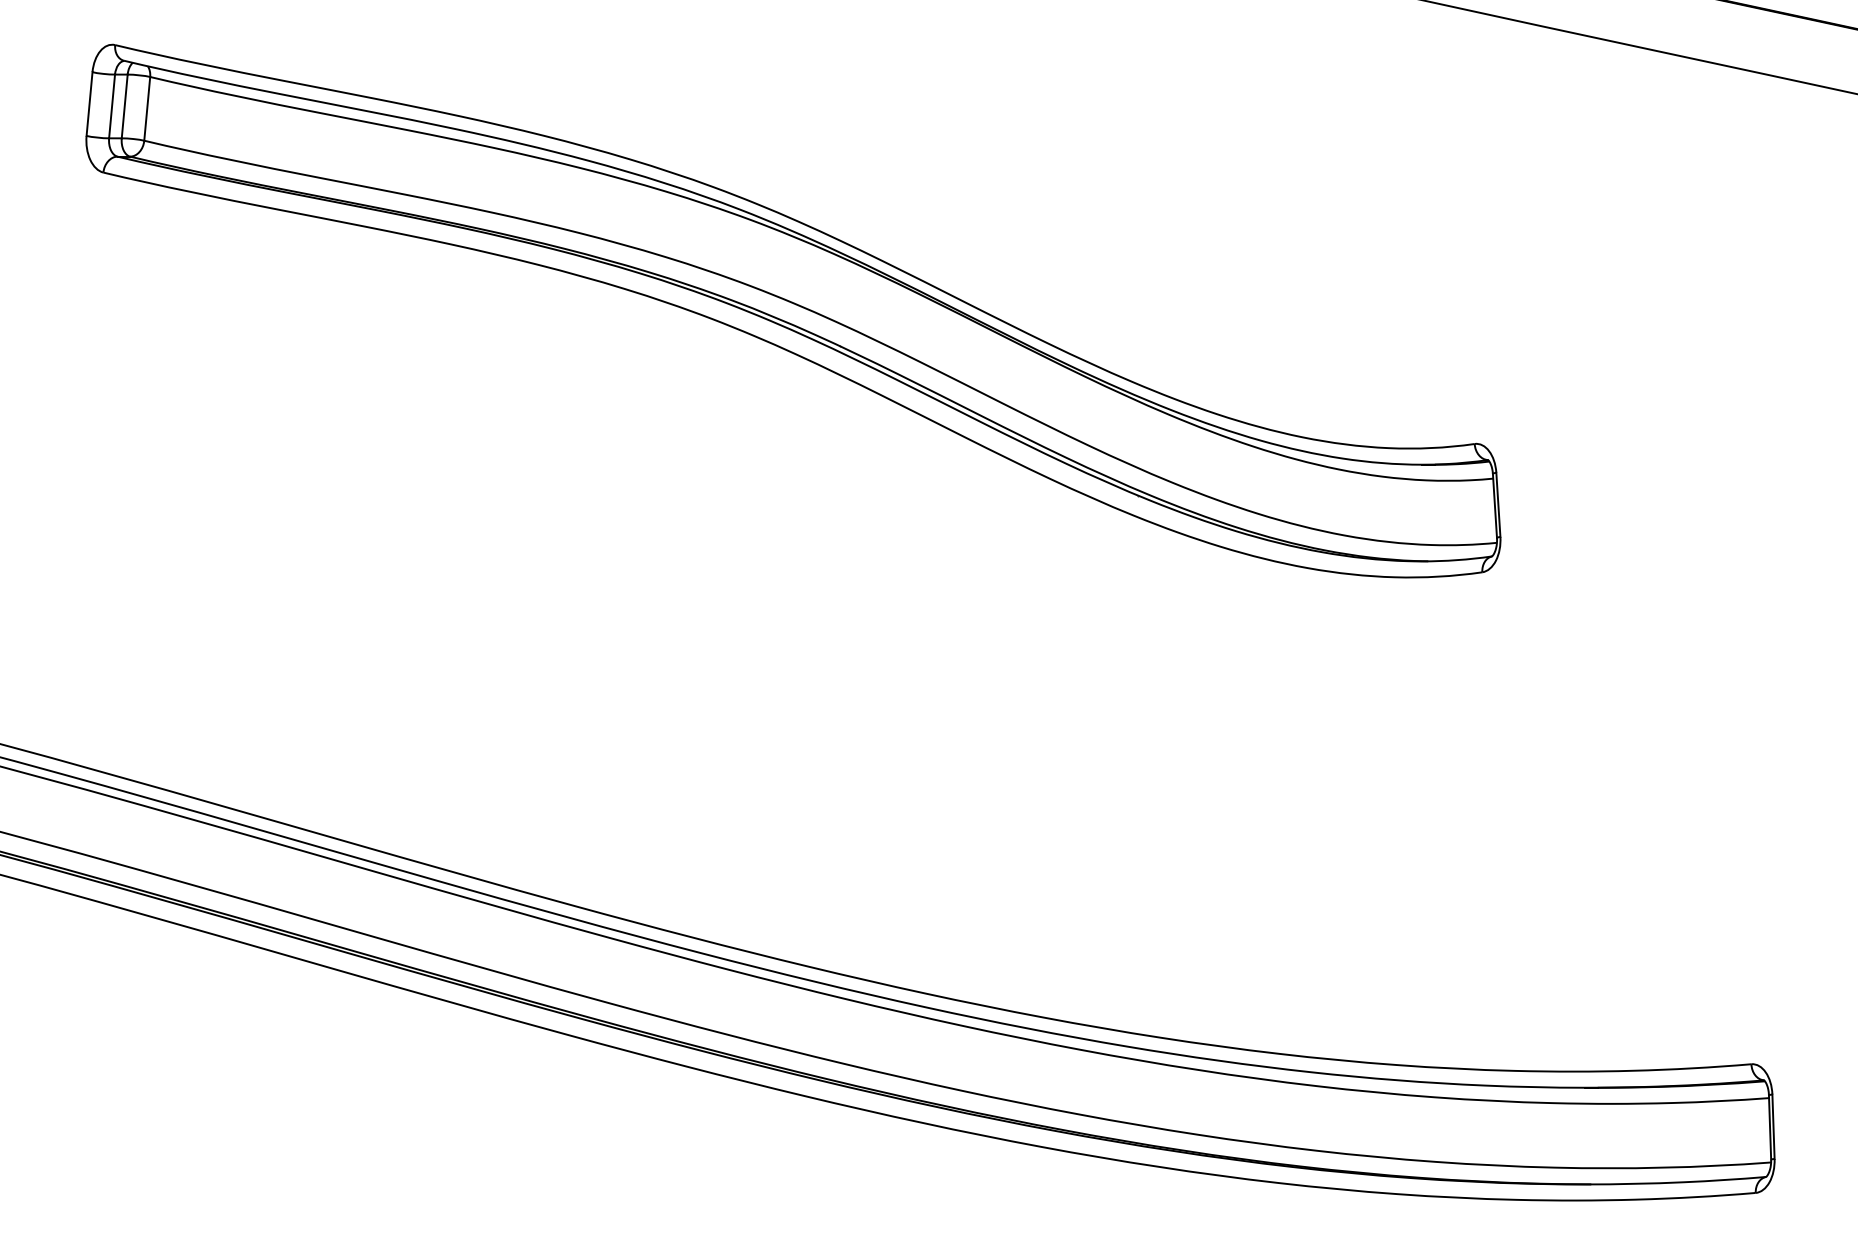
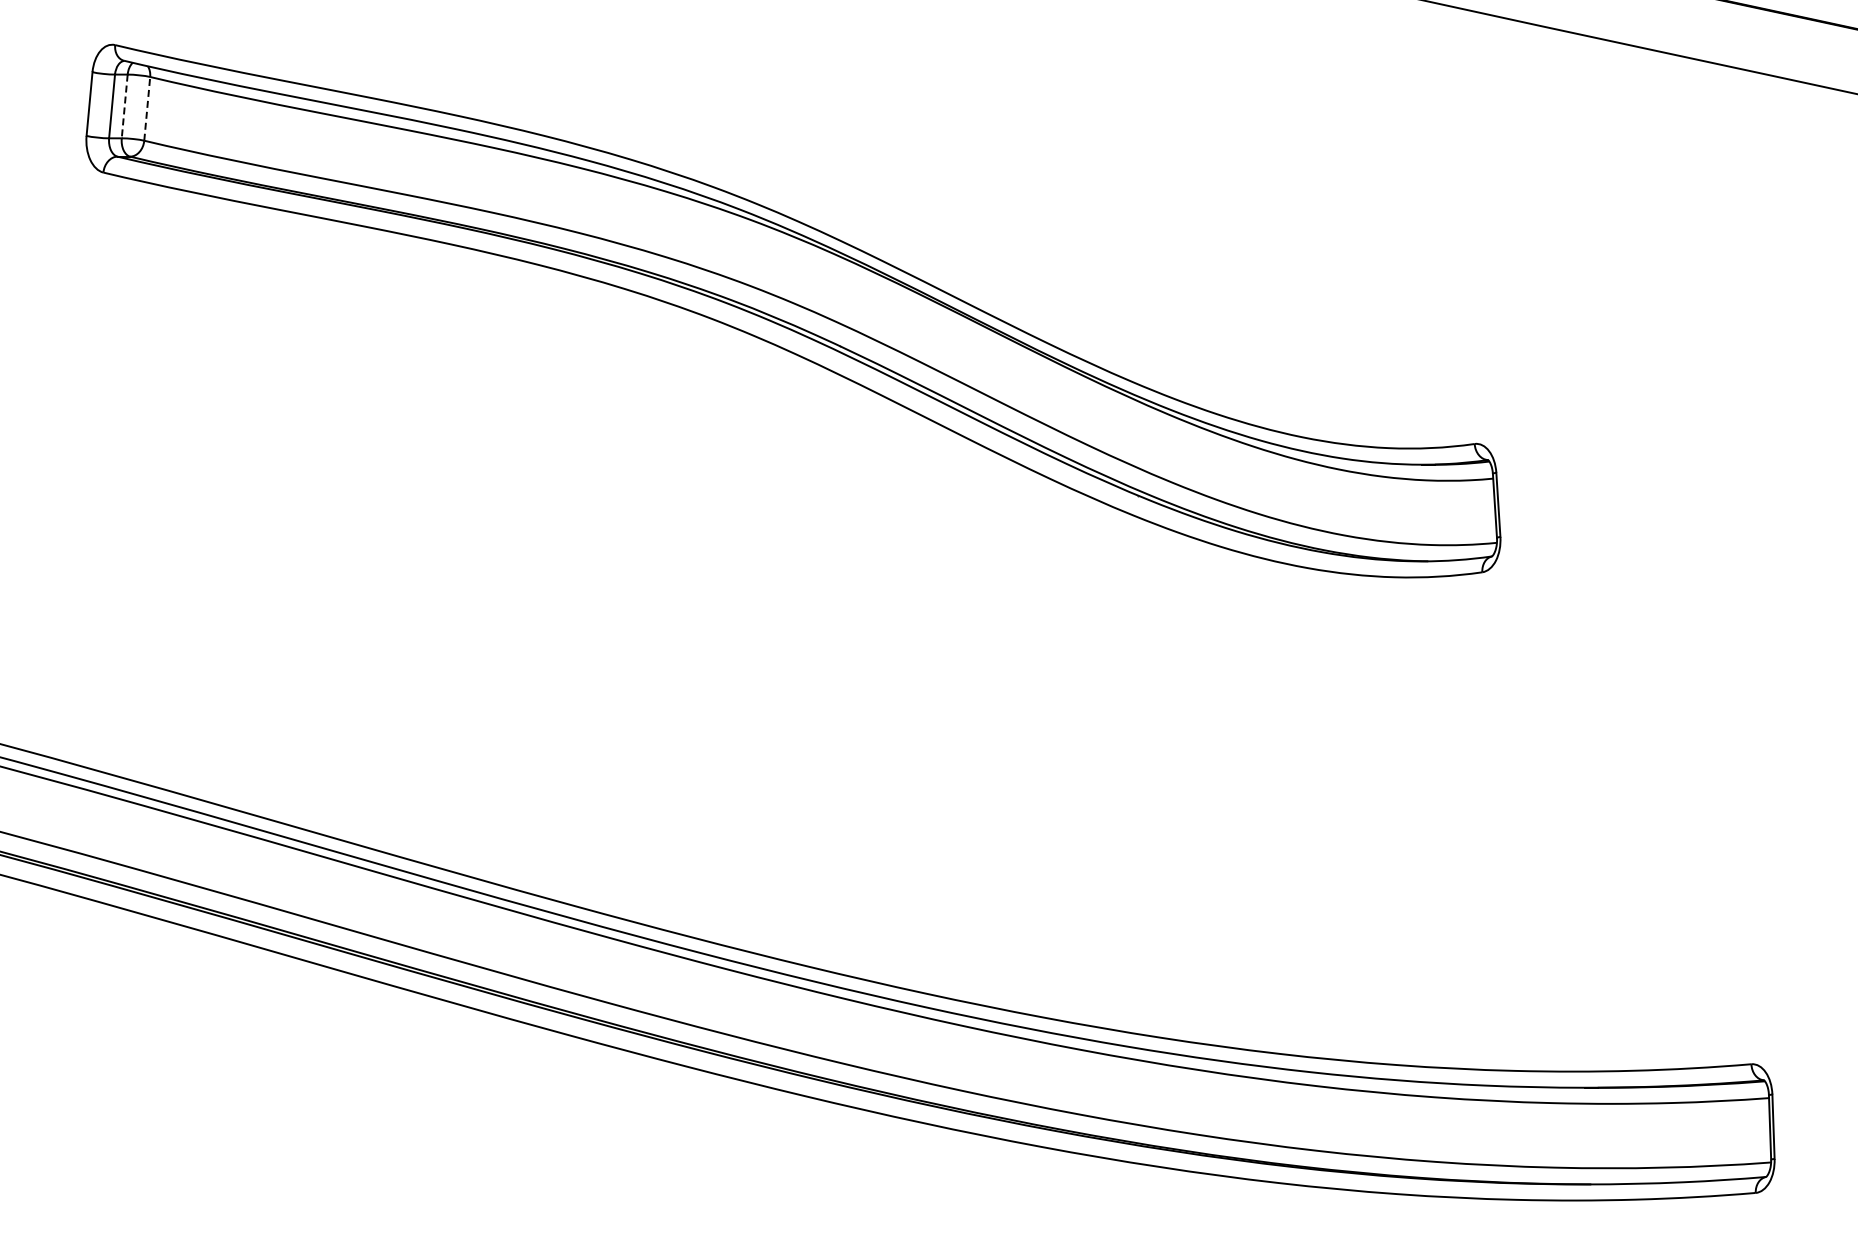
line at (124, 106): solid -> dashed
line at (147, 108): solid -> dashed
